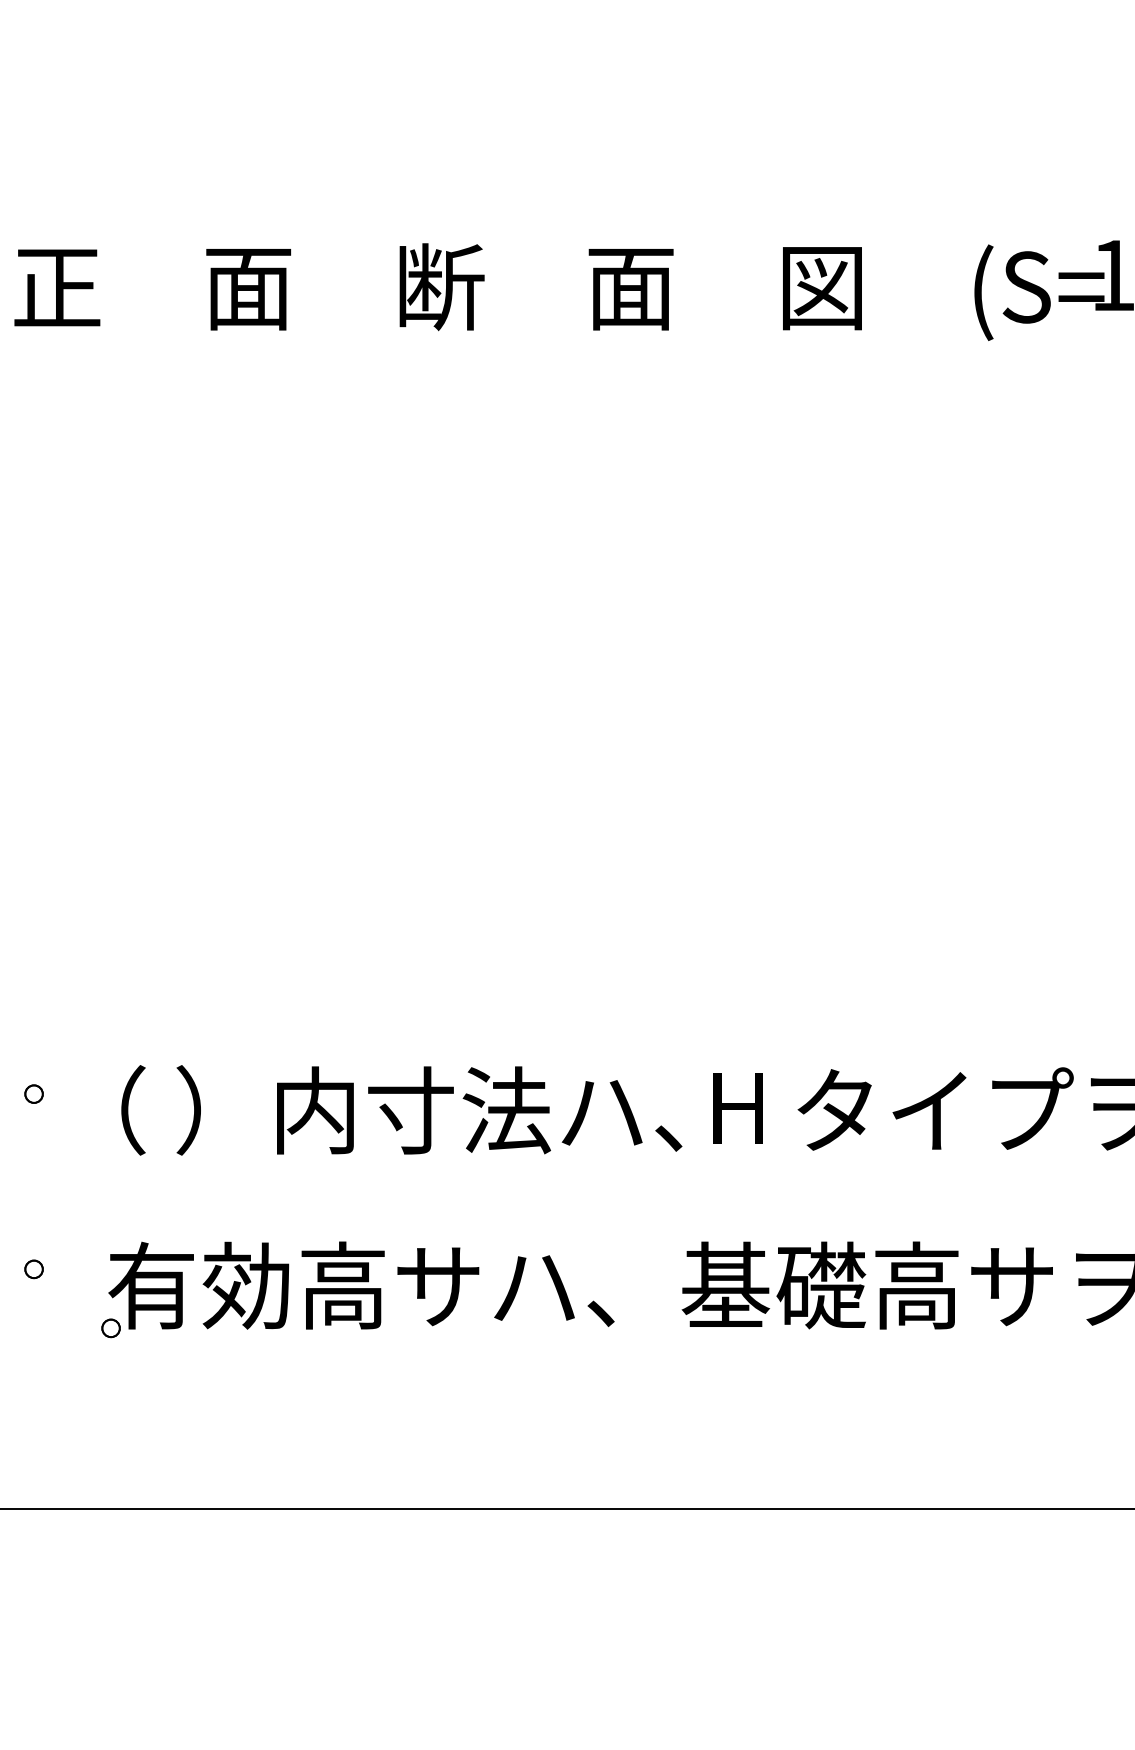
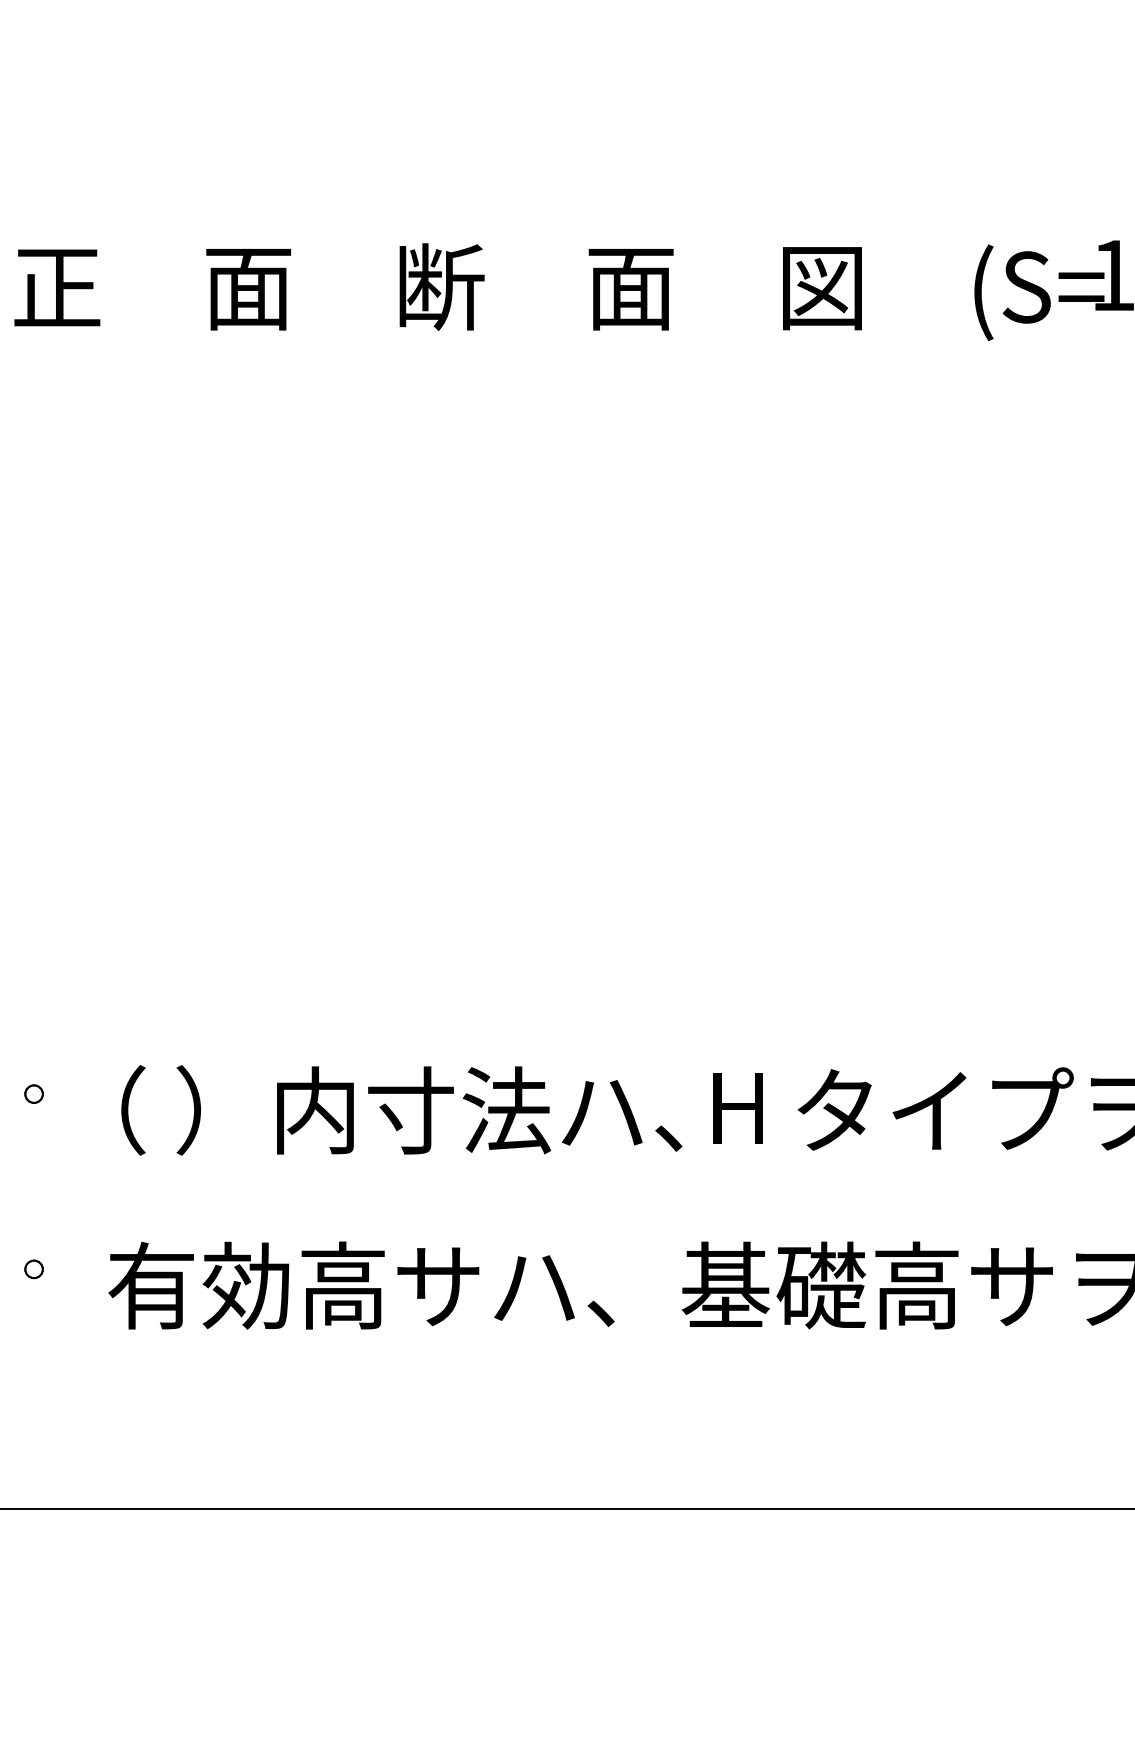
part at (110, 1328): present -> none
